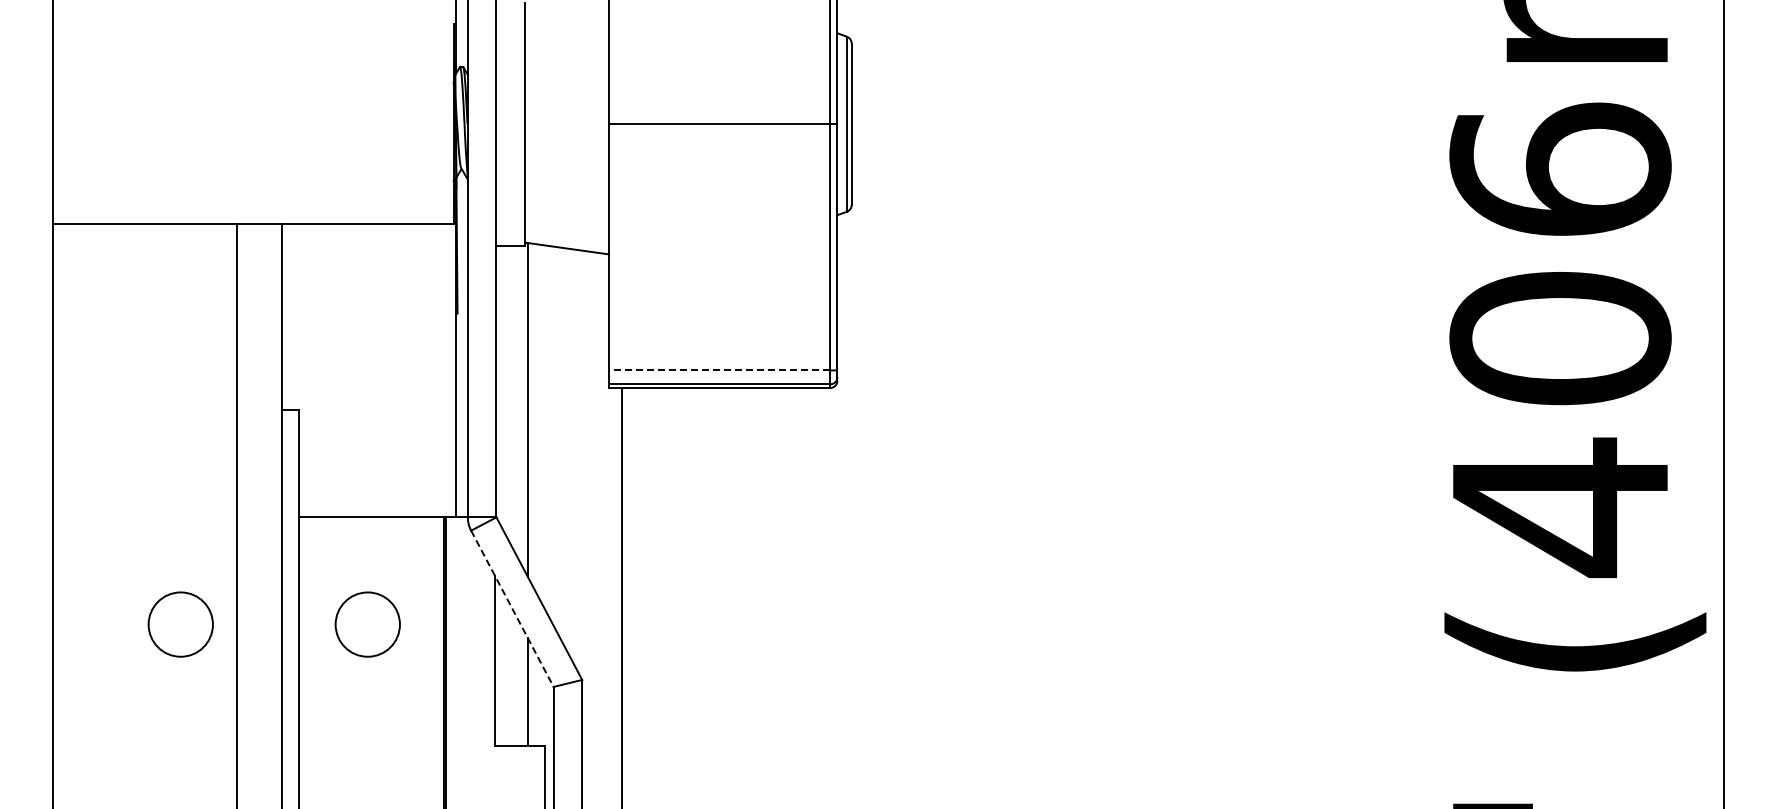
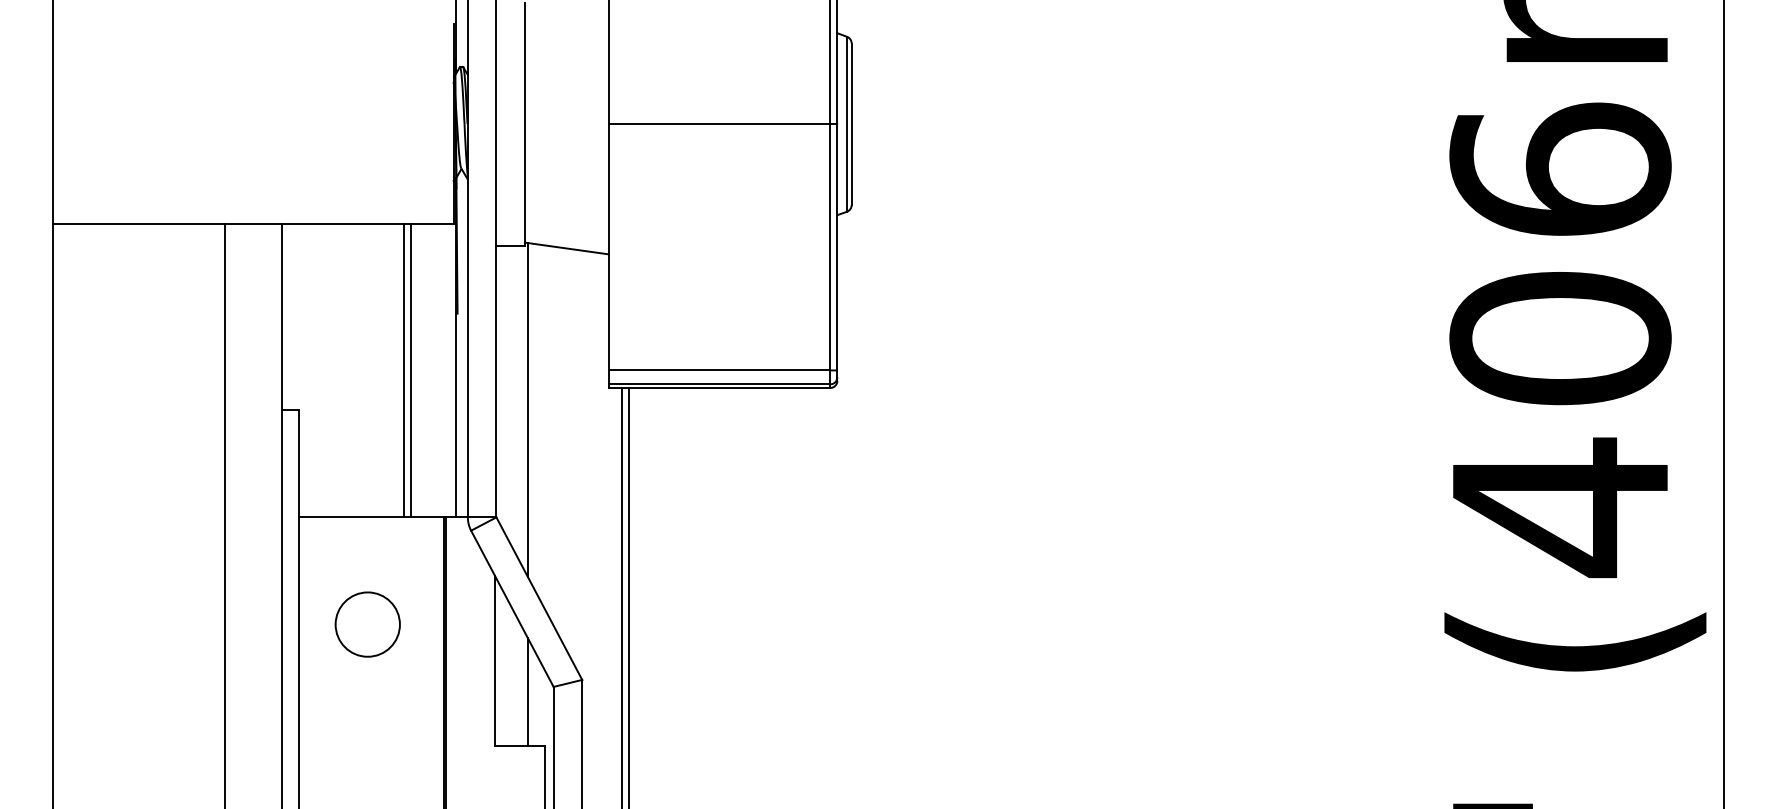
line at (404, 370): none -> present
line at (411, 370): none -> present
line at (719, 370): dashed -> solid
line at (236, 514) position: (236, 514) -> (224, 514)
line at (629, 596): none -> present
line at (512, 609): dashed -> solid
circle at (180, 624): present -> none
